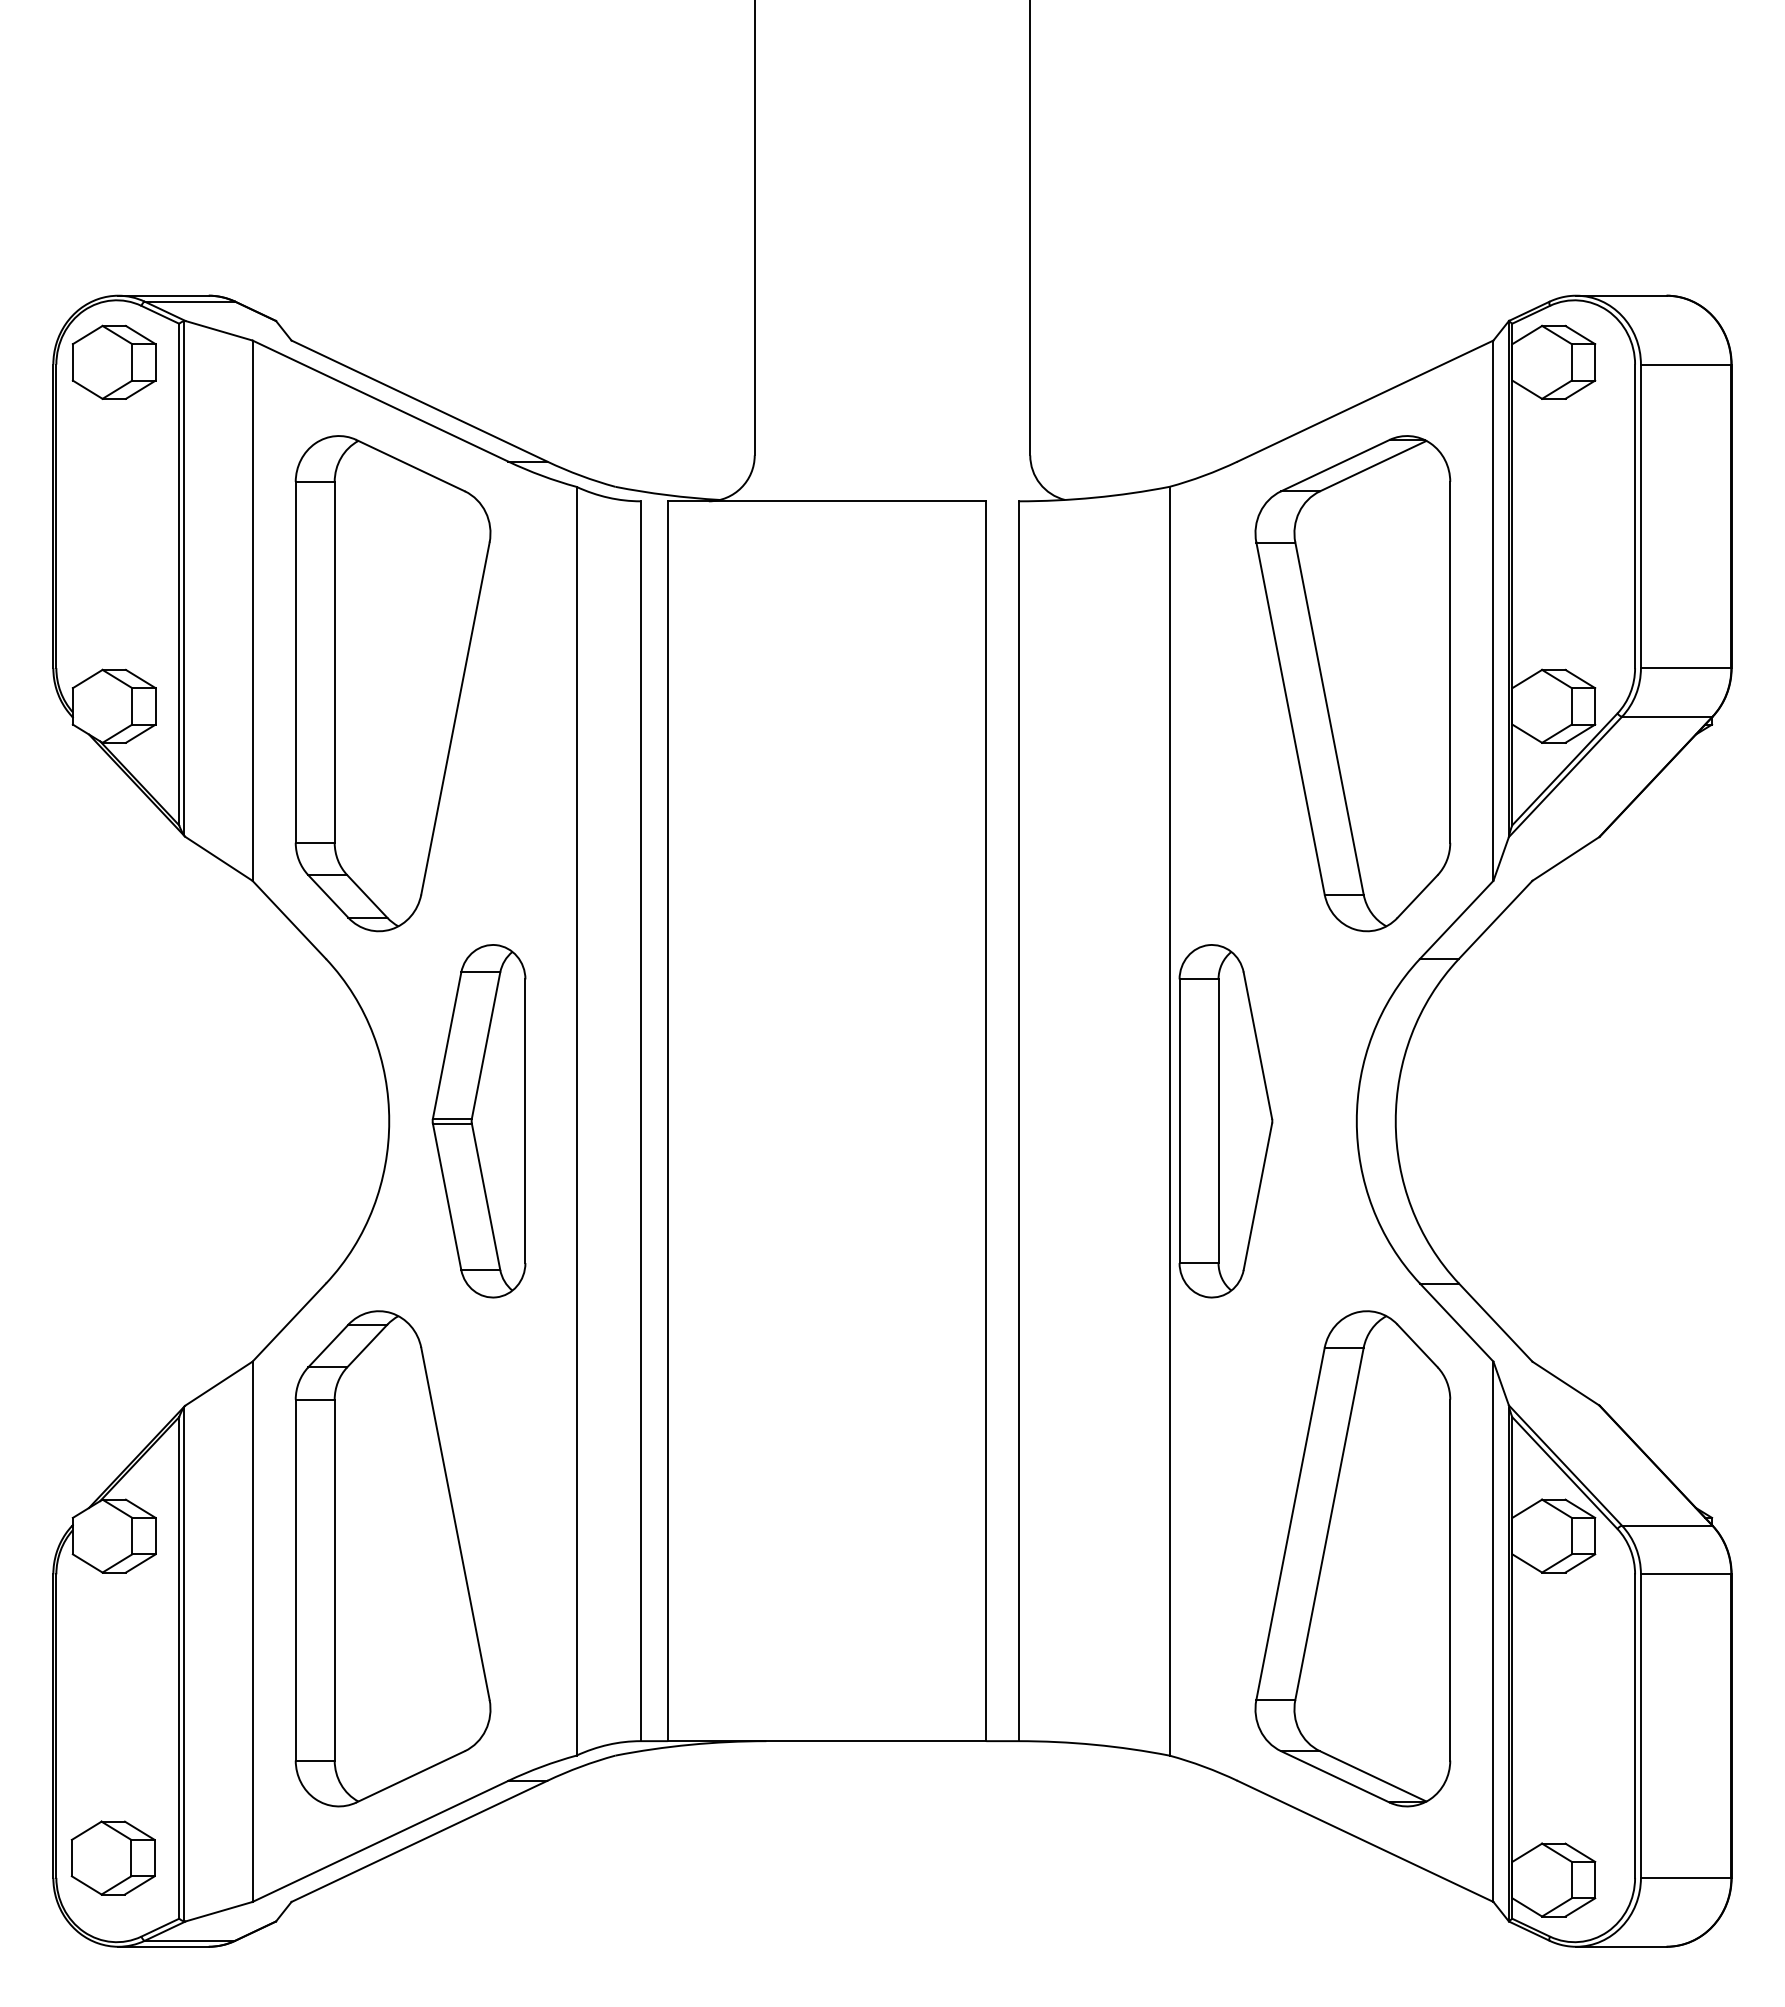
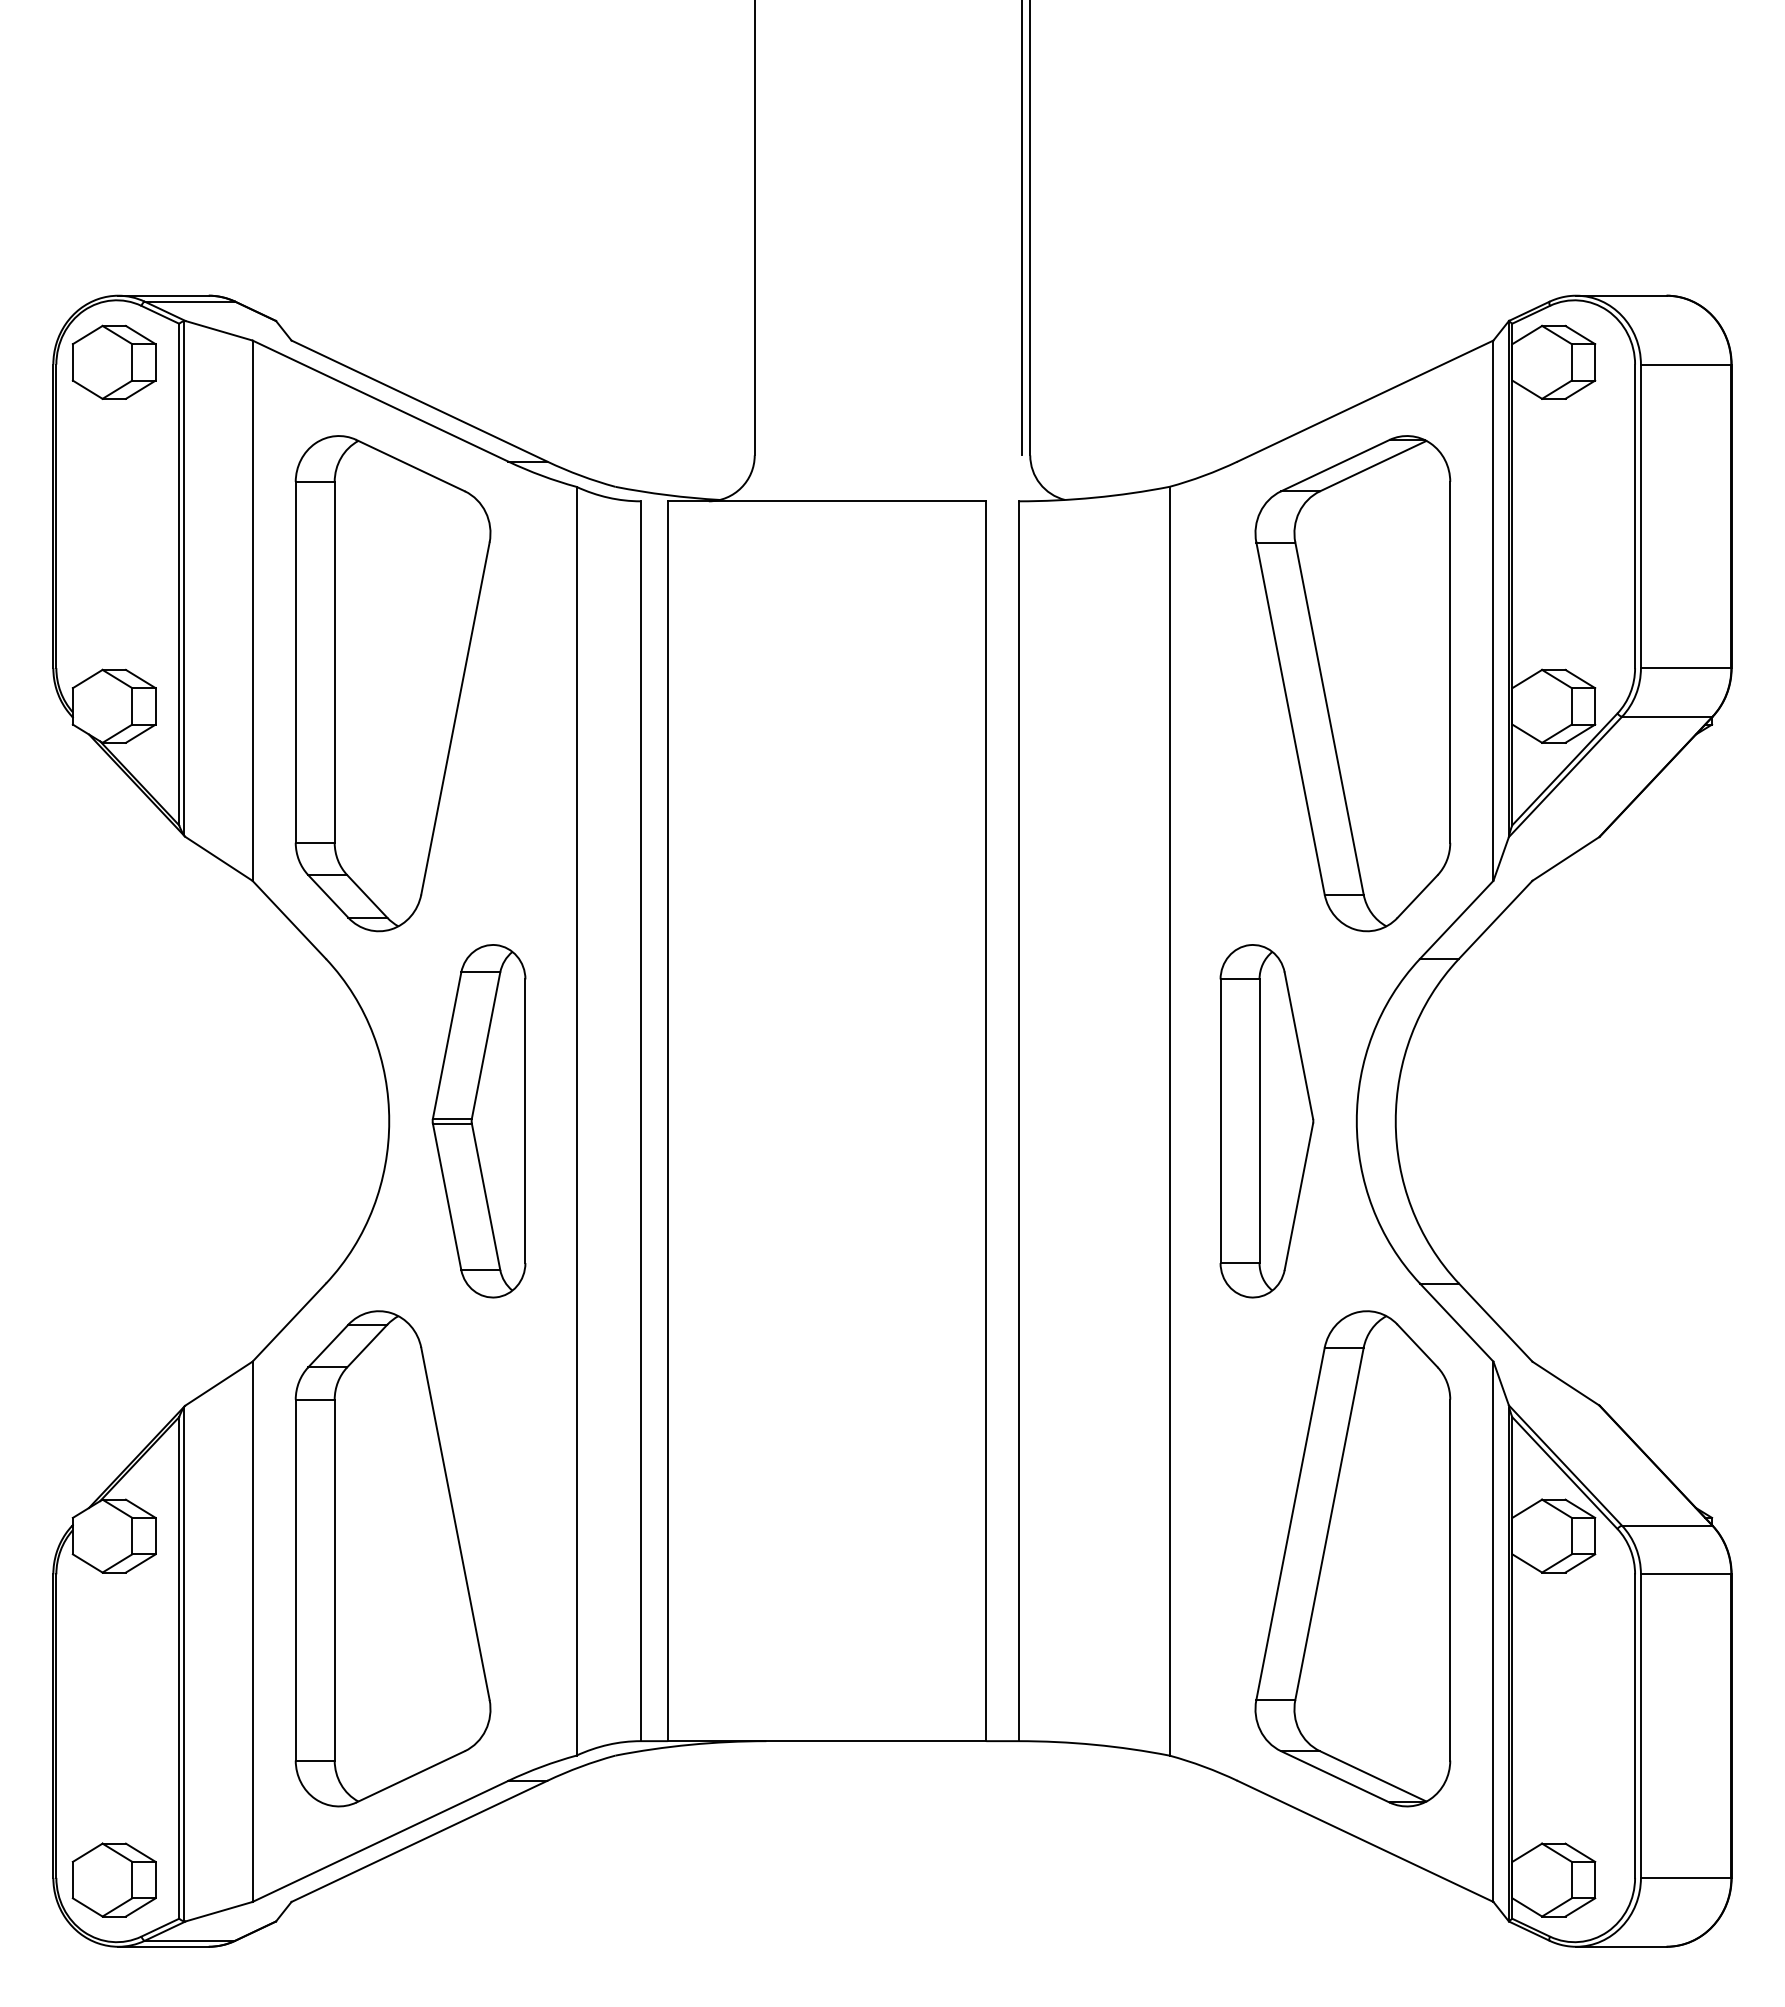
line at (1022, 228): none -> present
part at (1225, 1121) position: (1225, 1121) -> (1266, 1121)
part at (112, 1857) position: (112, 1857) -> (113, 1879)
